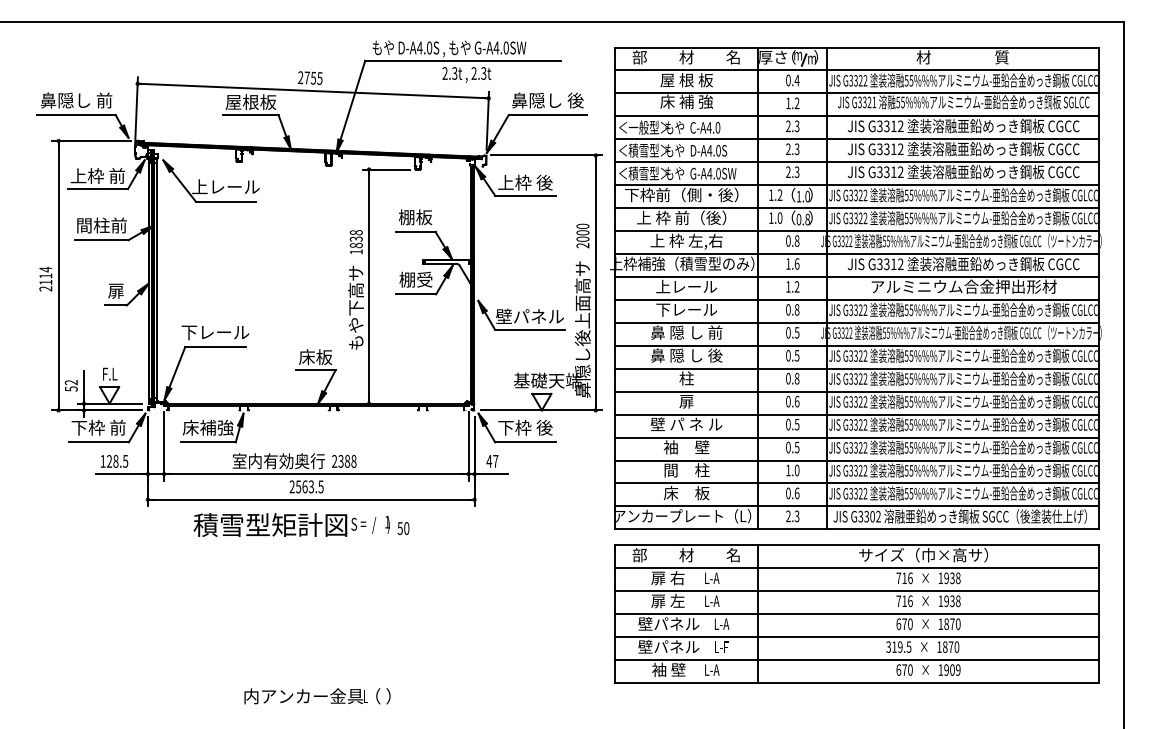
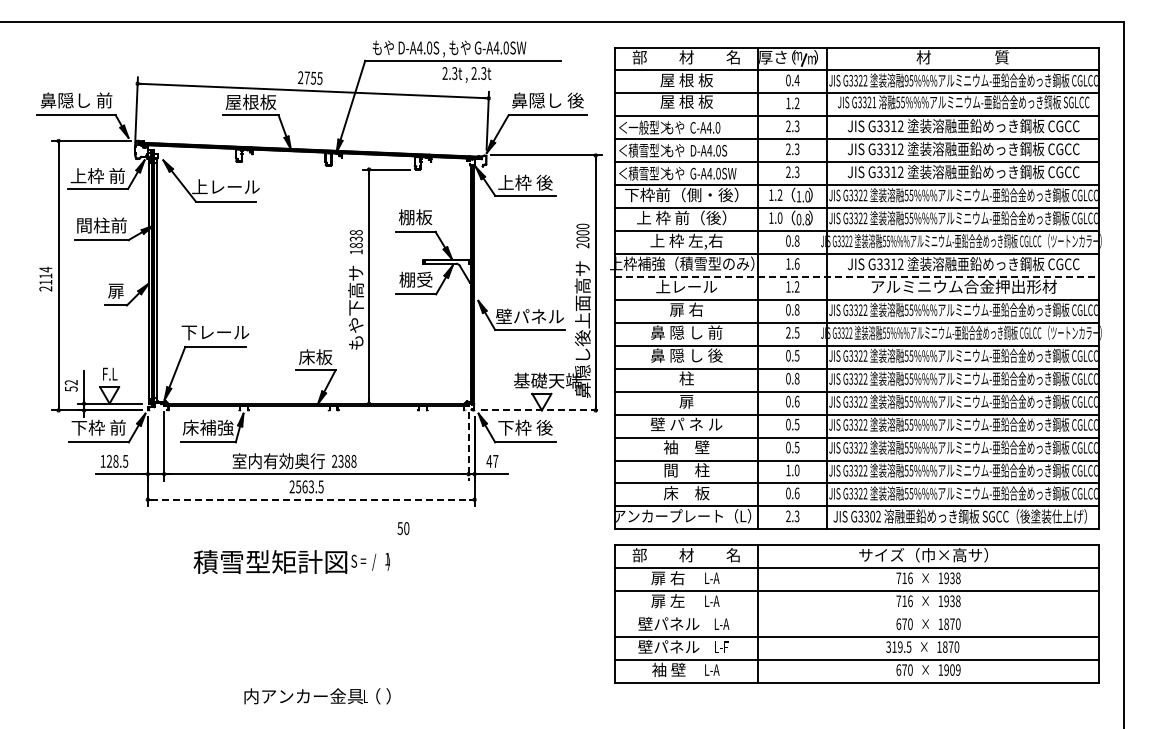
text at (906, 80): 55%%% -> 95%%%
text at (686, 101): 床 補 強 -> 屋 根 板
line at (856, 276): solid -> dashed
text at (686, 309): 下レール -> 扉 右
text at (788, 332): 0.5 -> 2.5
line at (541, 410): solid -> dashed
line at (468, 446): solid -> dashed
line at (311, 499): solid -> dashed
text at (291, 524) position: (291, 524) -> (291, 561)
line at (856, 614): present -> none
